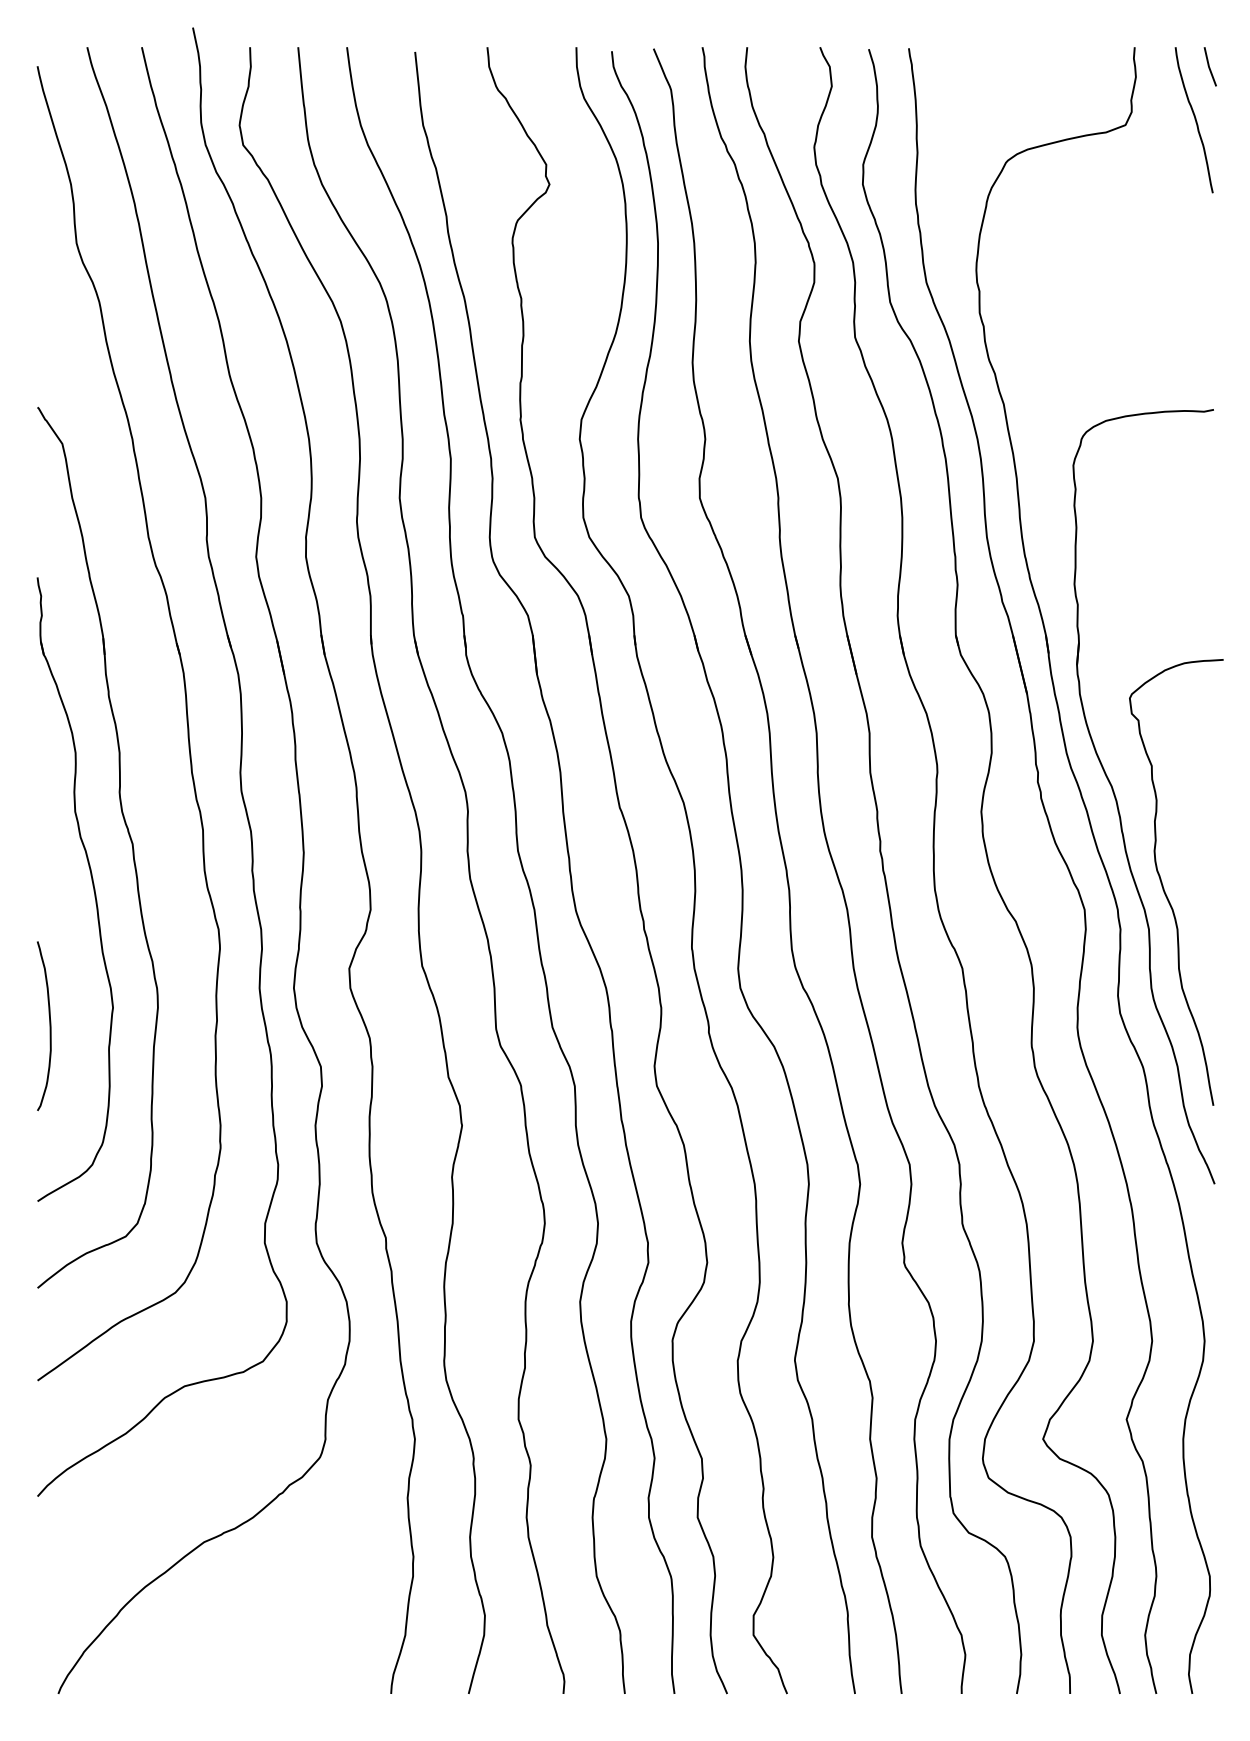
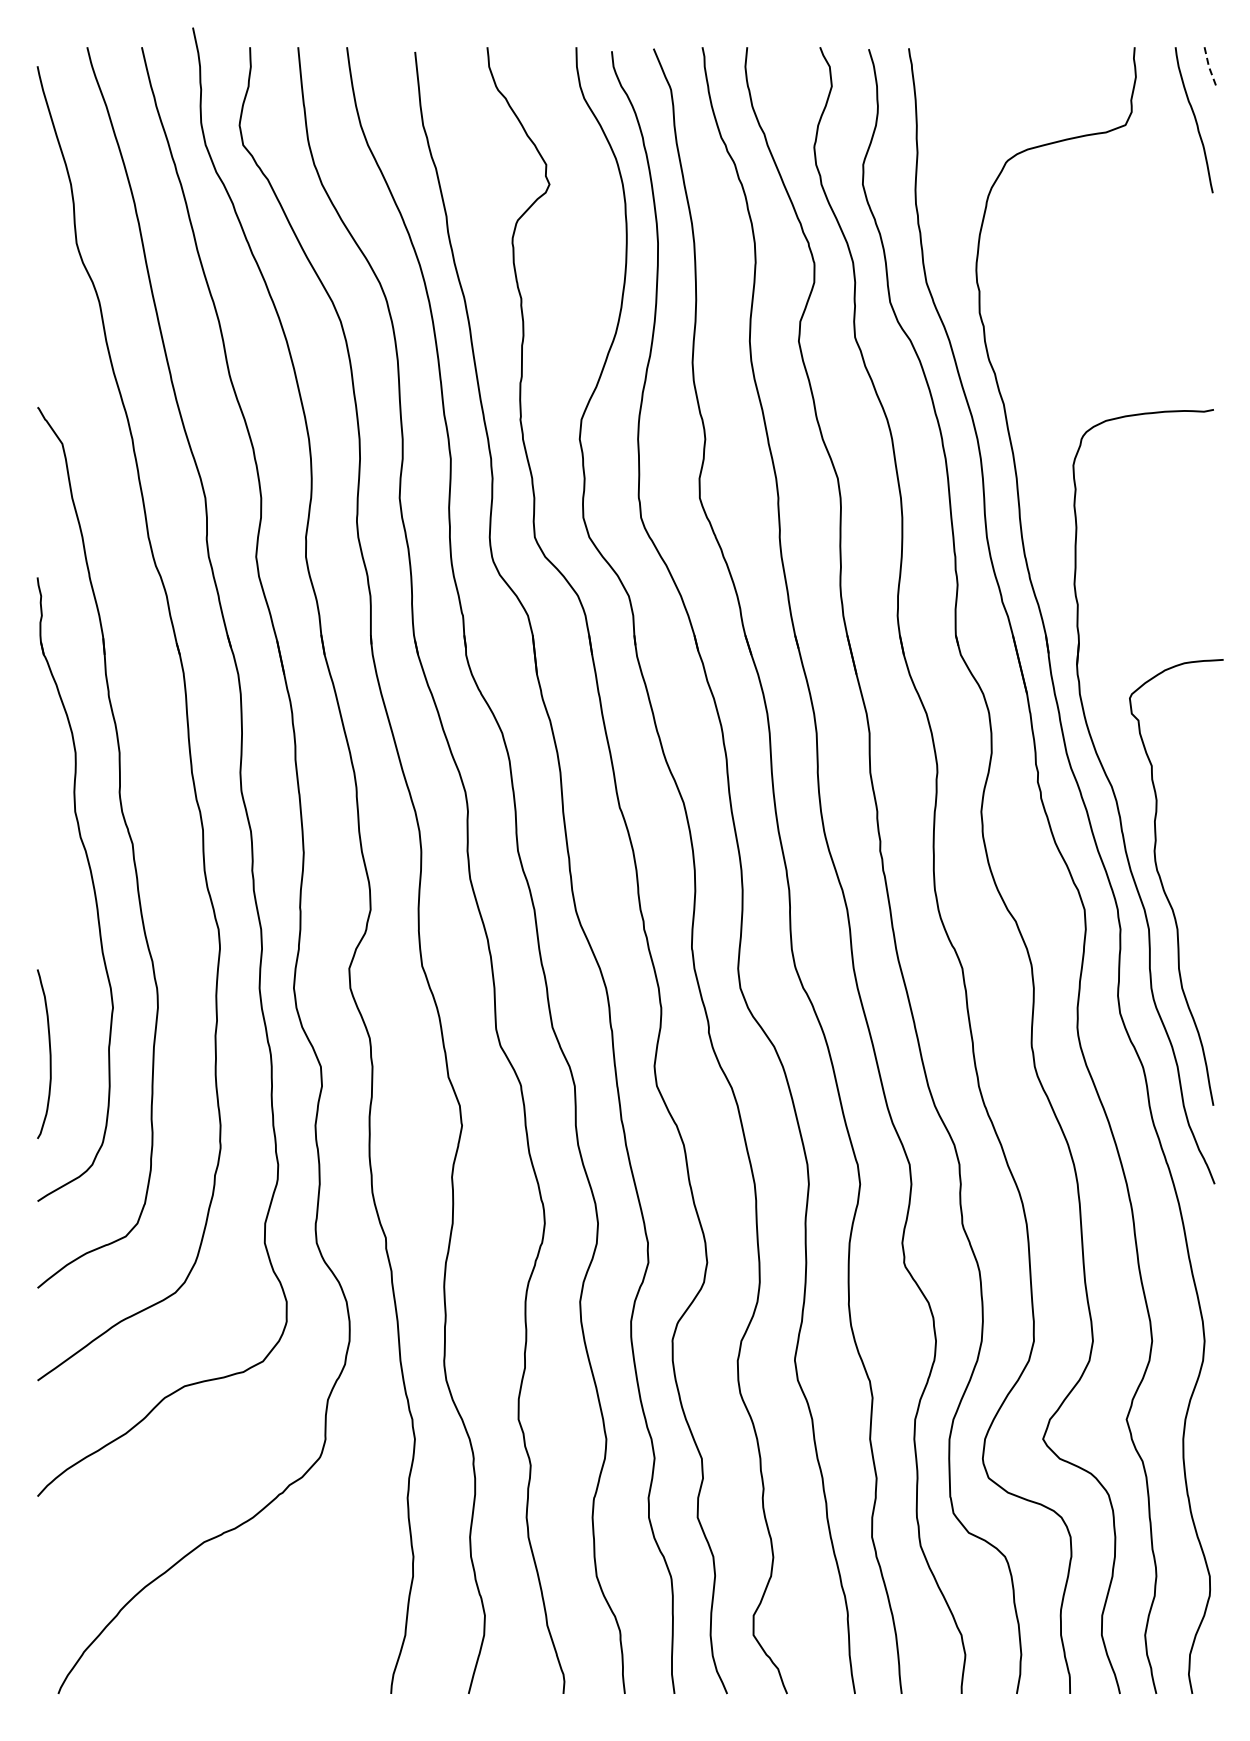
line at (1208, 66): solid -> dashed
curve at (49, 1026) position: (49, 1026) -> (49, 1054)
